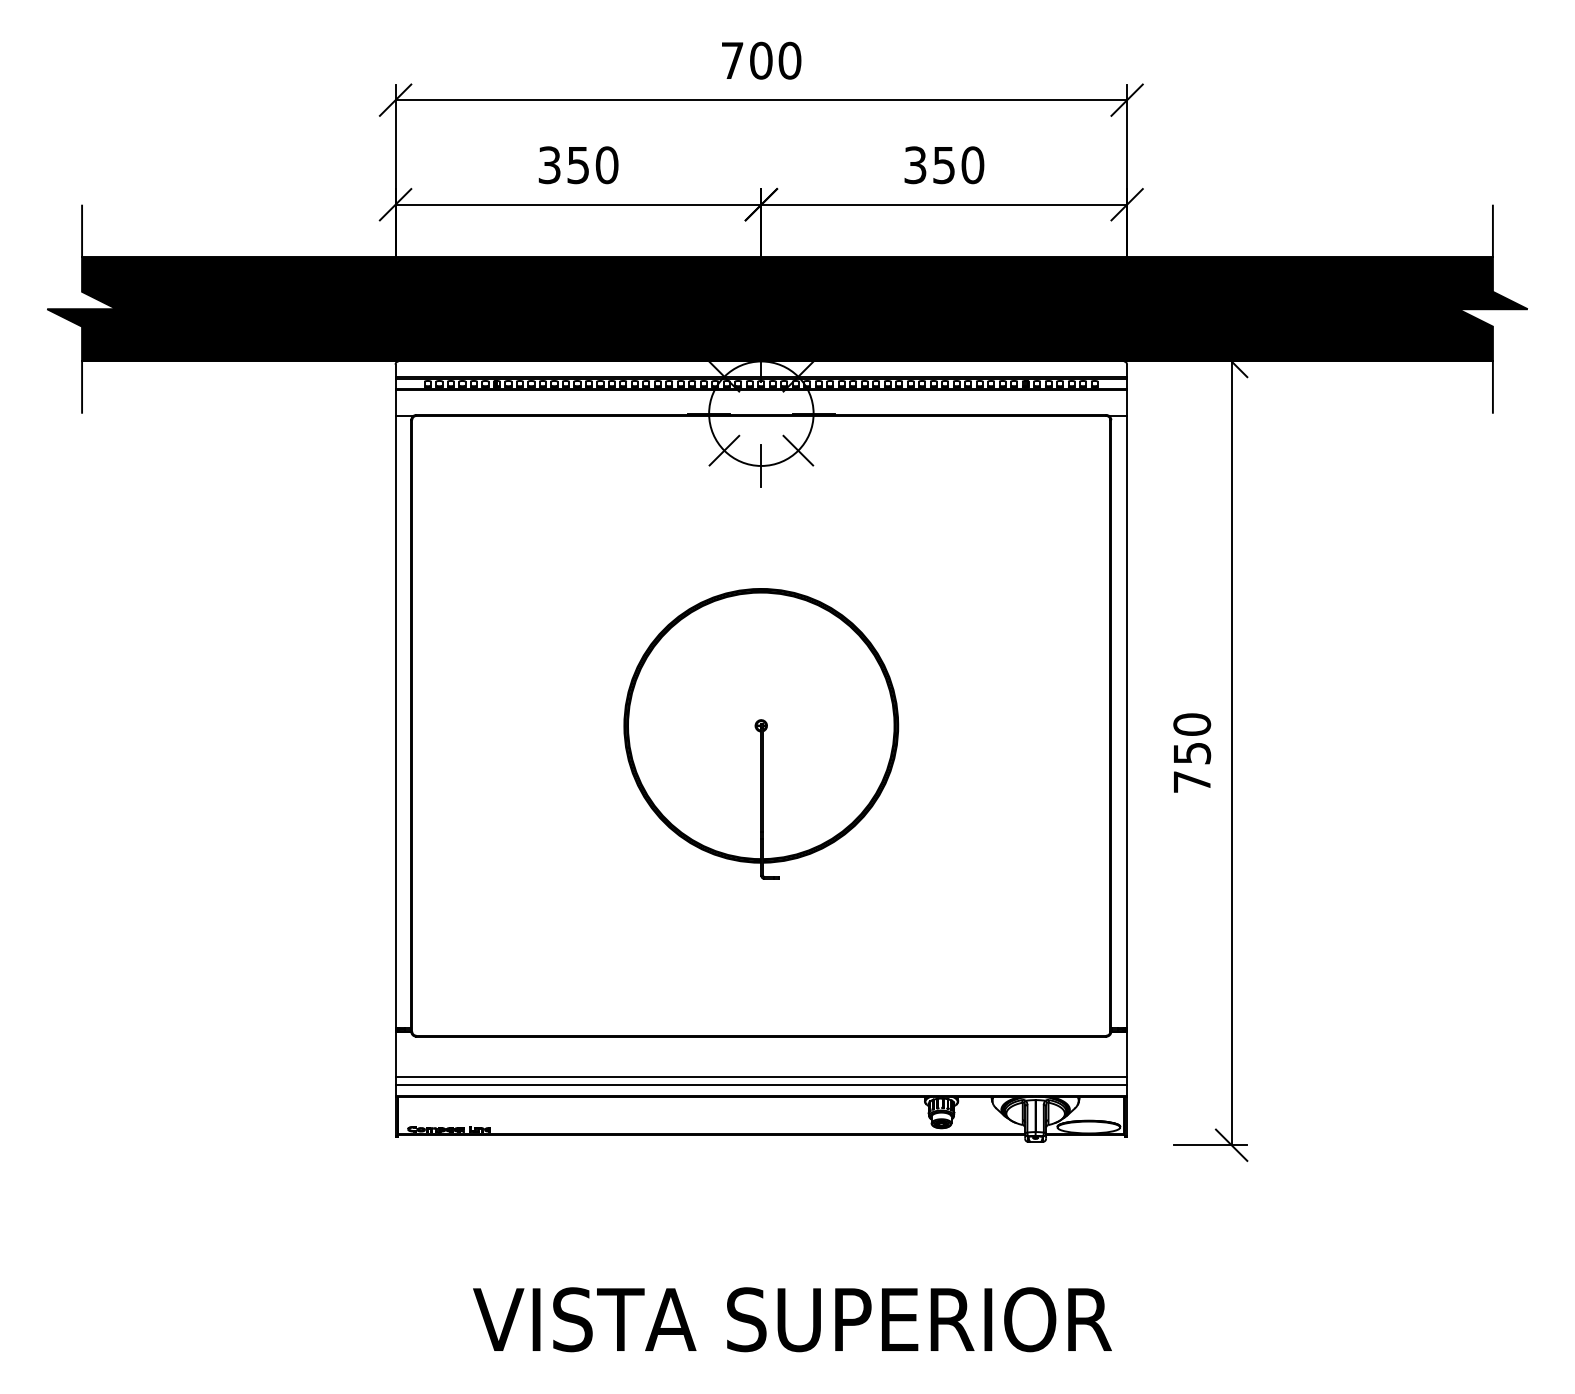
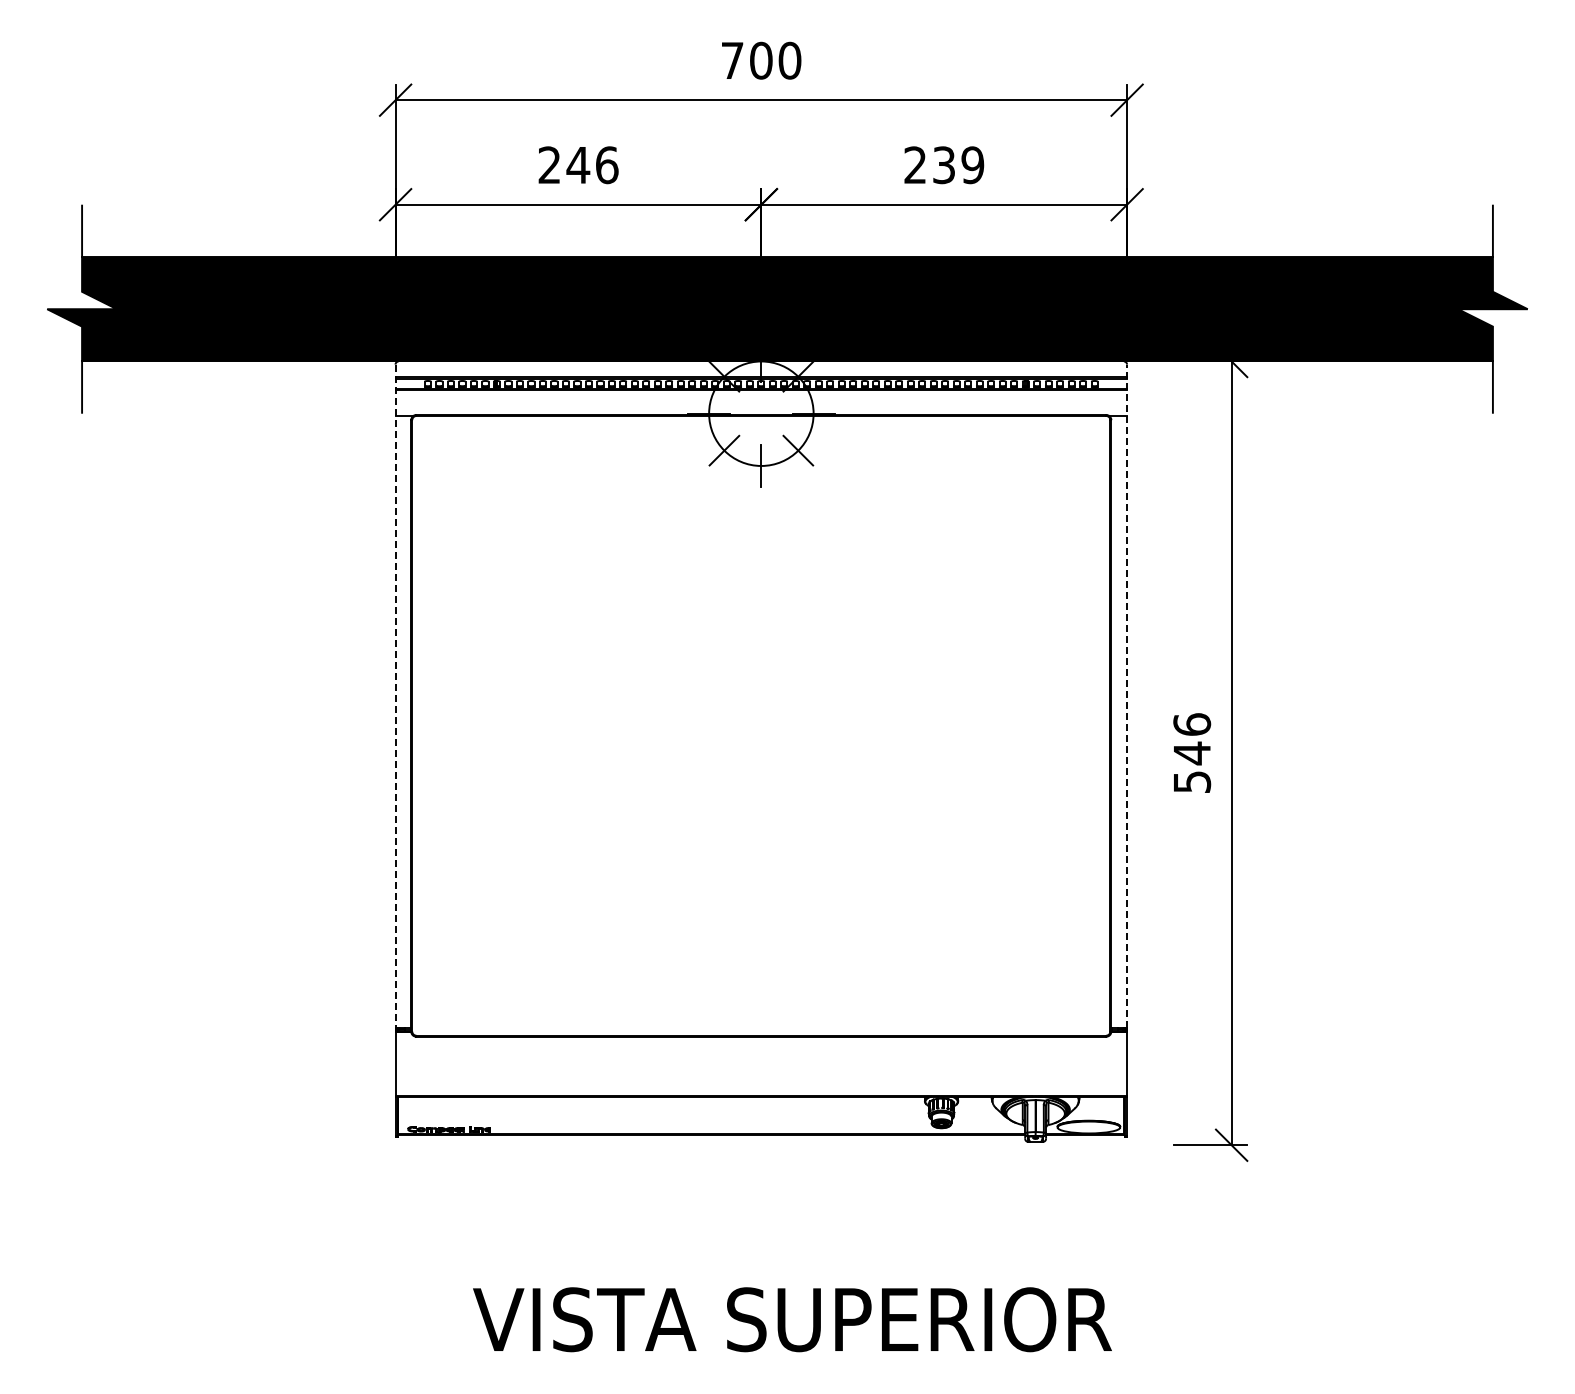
text at (578, 165): 350 -> 246
text at (944, 165): 350 -> 239
line at (395, 696): solid -> dashed
line at (1127, 696): solid -> dashed
part at (761, 733): present -> none
text at (1192, 752): 750 -> 546
line at (761, 1076): present -> none
line at (761, 1085): present -> none
